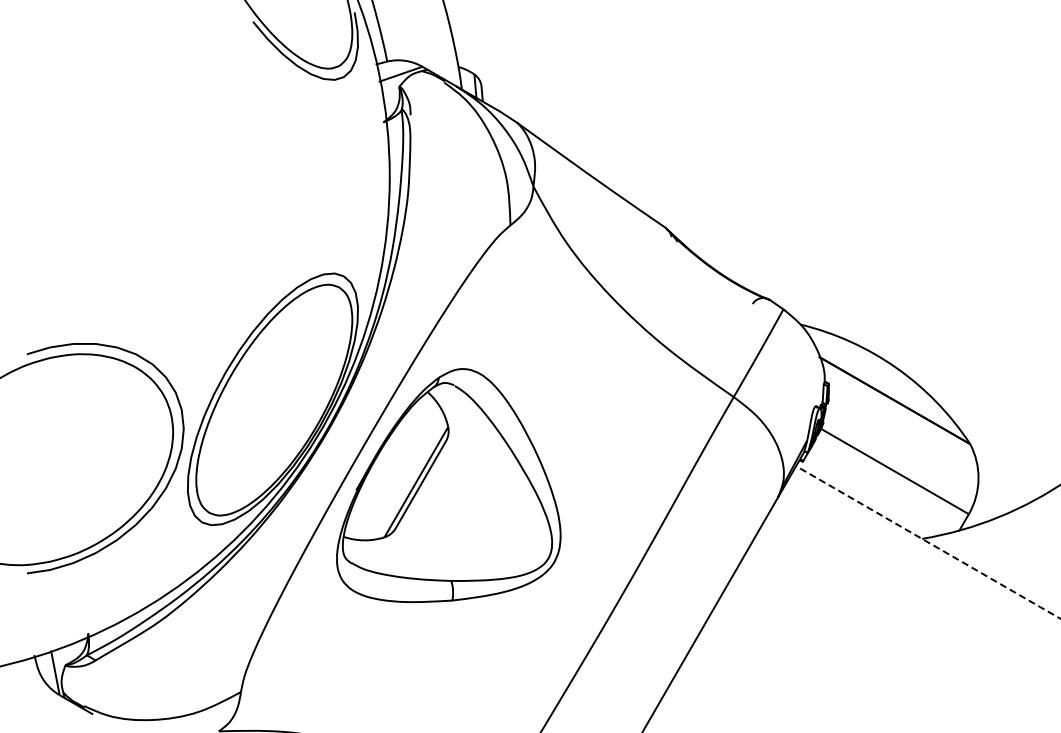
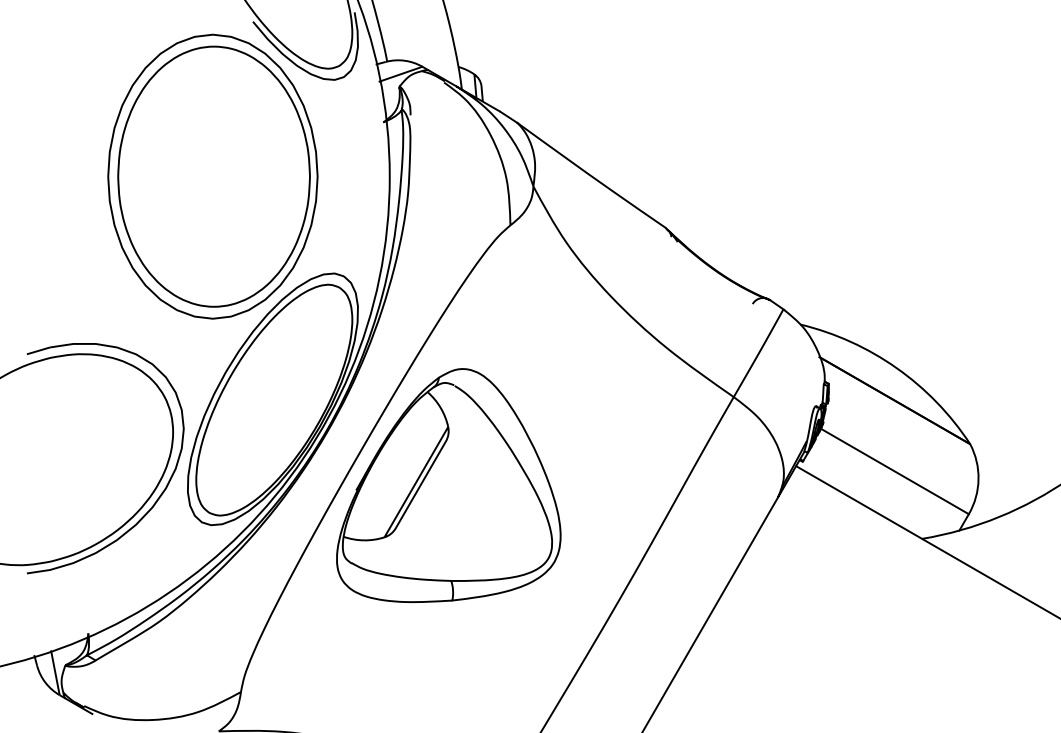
part at (212, 176): none -> present
line at (927, 542): dashed -> solid
